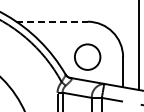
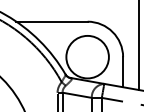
line at (52, 21): dashed -> solid
circle at (87, 56) diameter: 26 px -> 43 px
